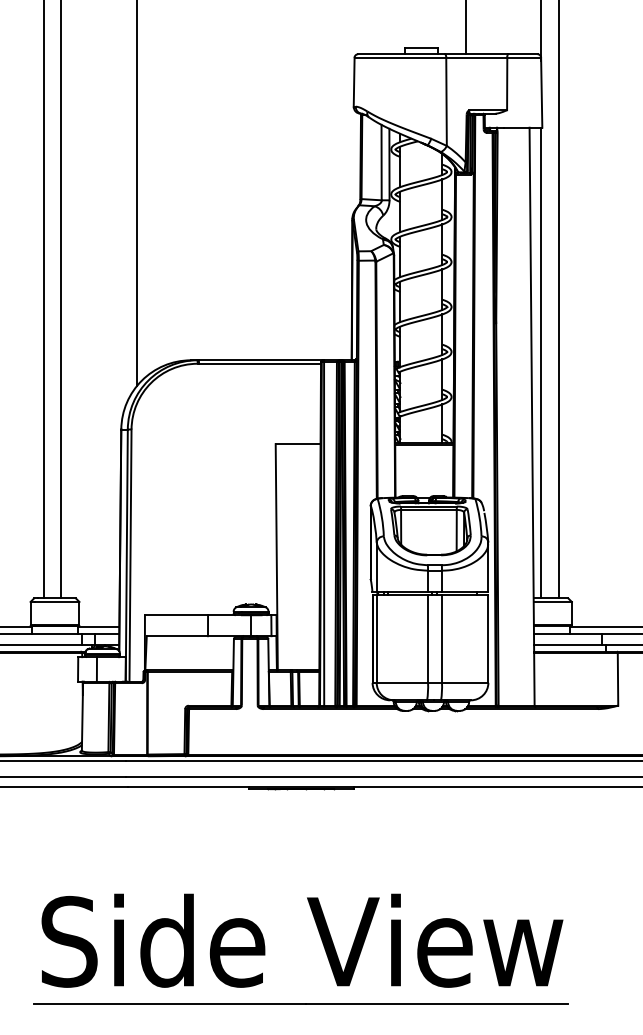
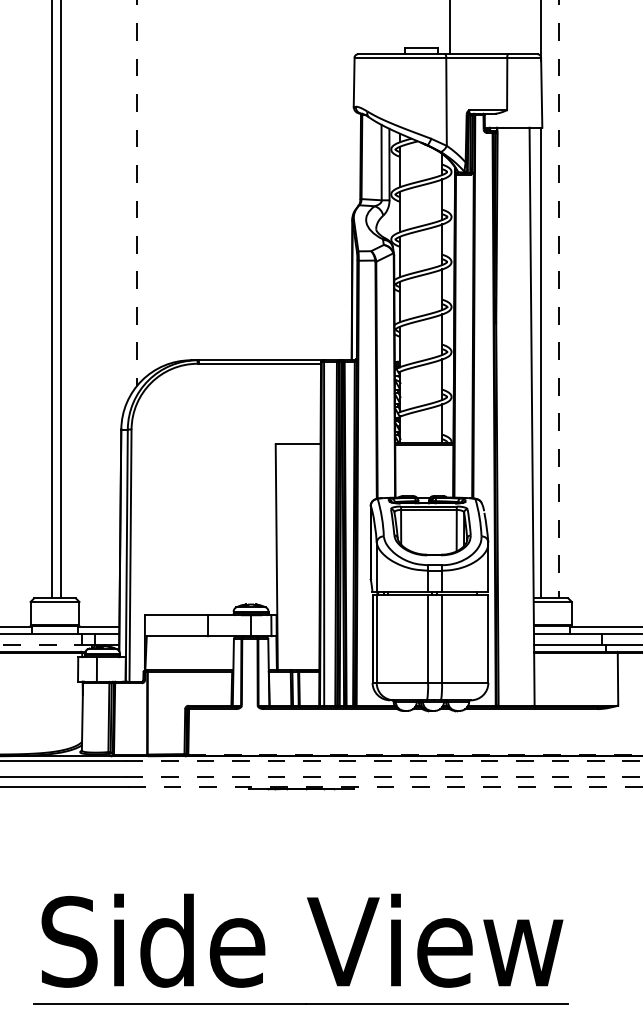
line at (465, 28) position: (465, 28) -> (449, 28)
line at (136, 193): solid -> dashed
line at (558, 299): solid -> dashed
line at (43, 300) position: (43, 300) -> (51, 300)
line at (45, 644): solid -> dashed
line at (415, 754): solid -> dashed
line at (384, 760): solid -> dashed
line at (384, 776): solid -> dashed
line at (385, 787): solid -> dashed
